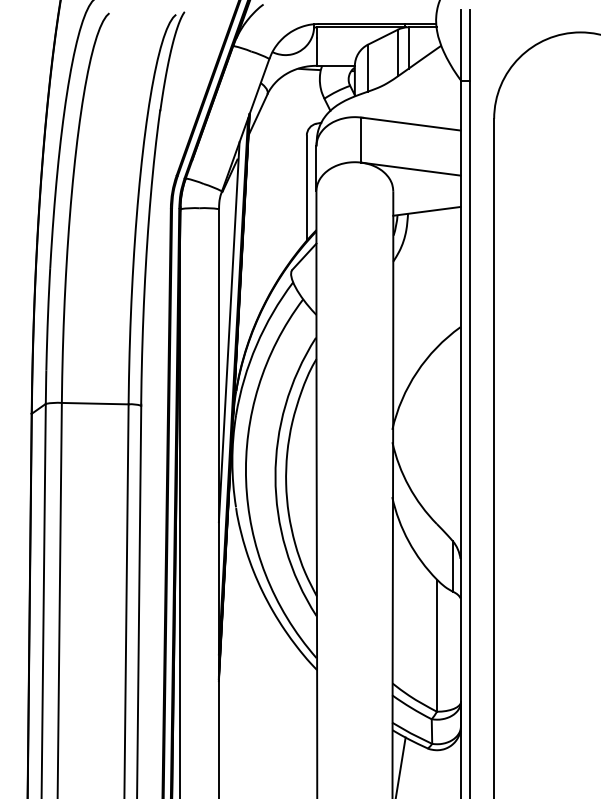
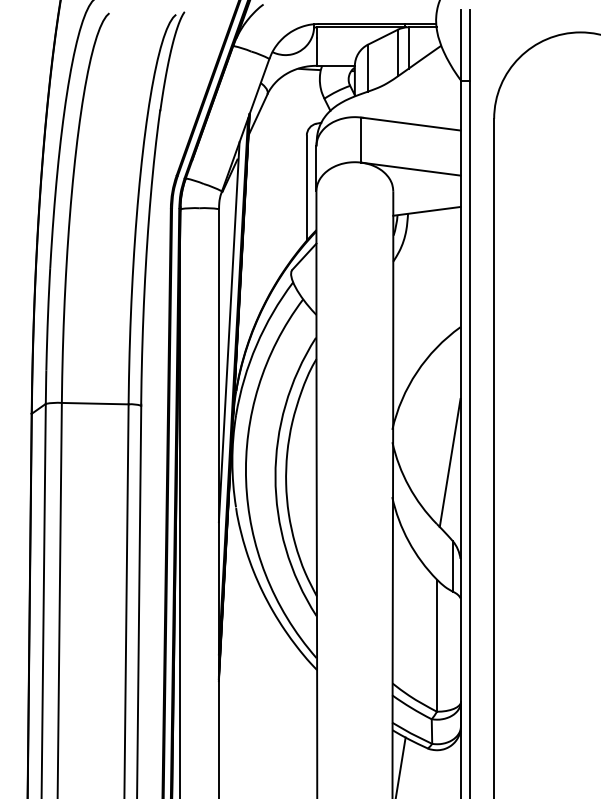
line at (449, 462): none -> present
